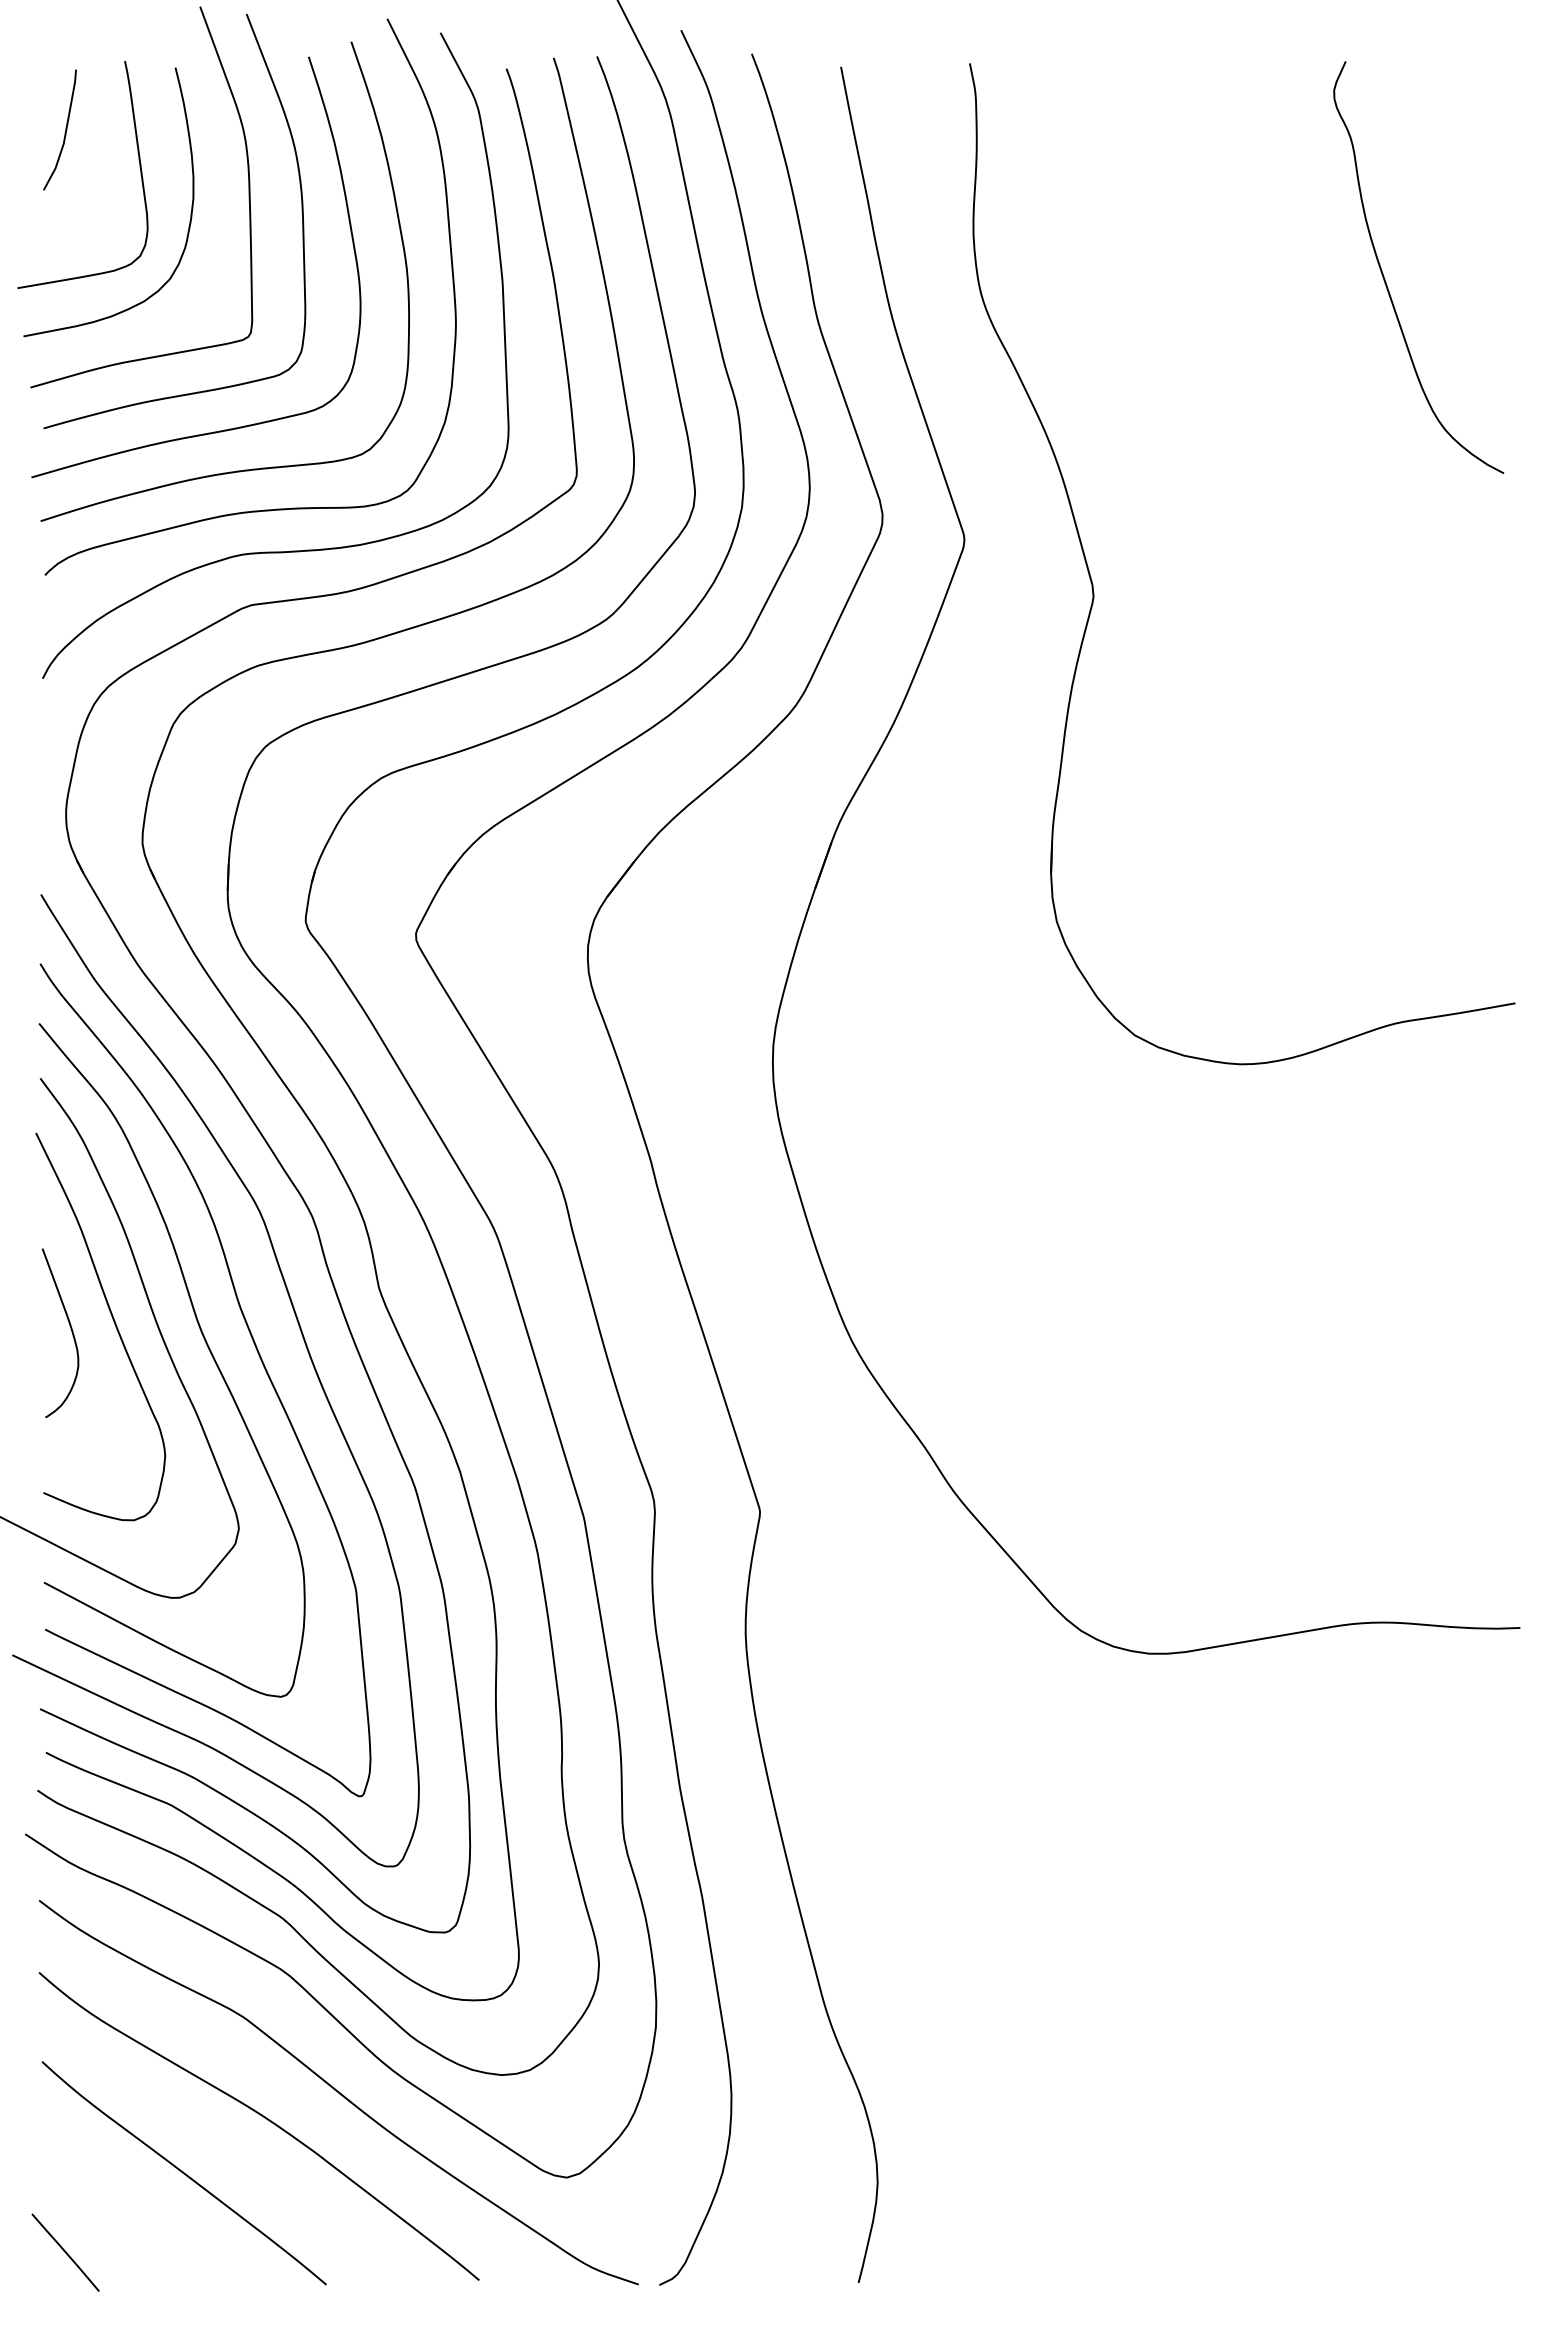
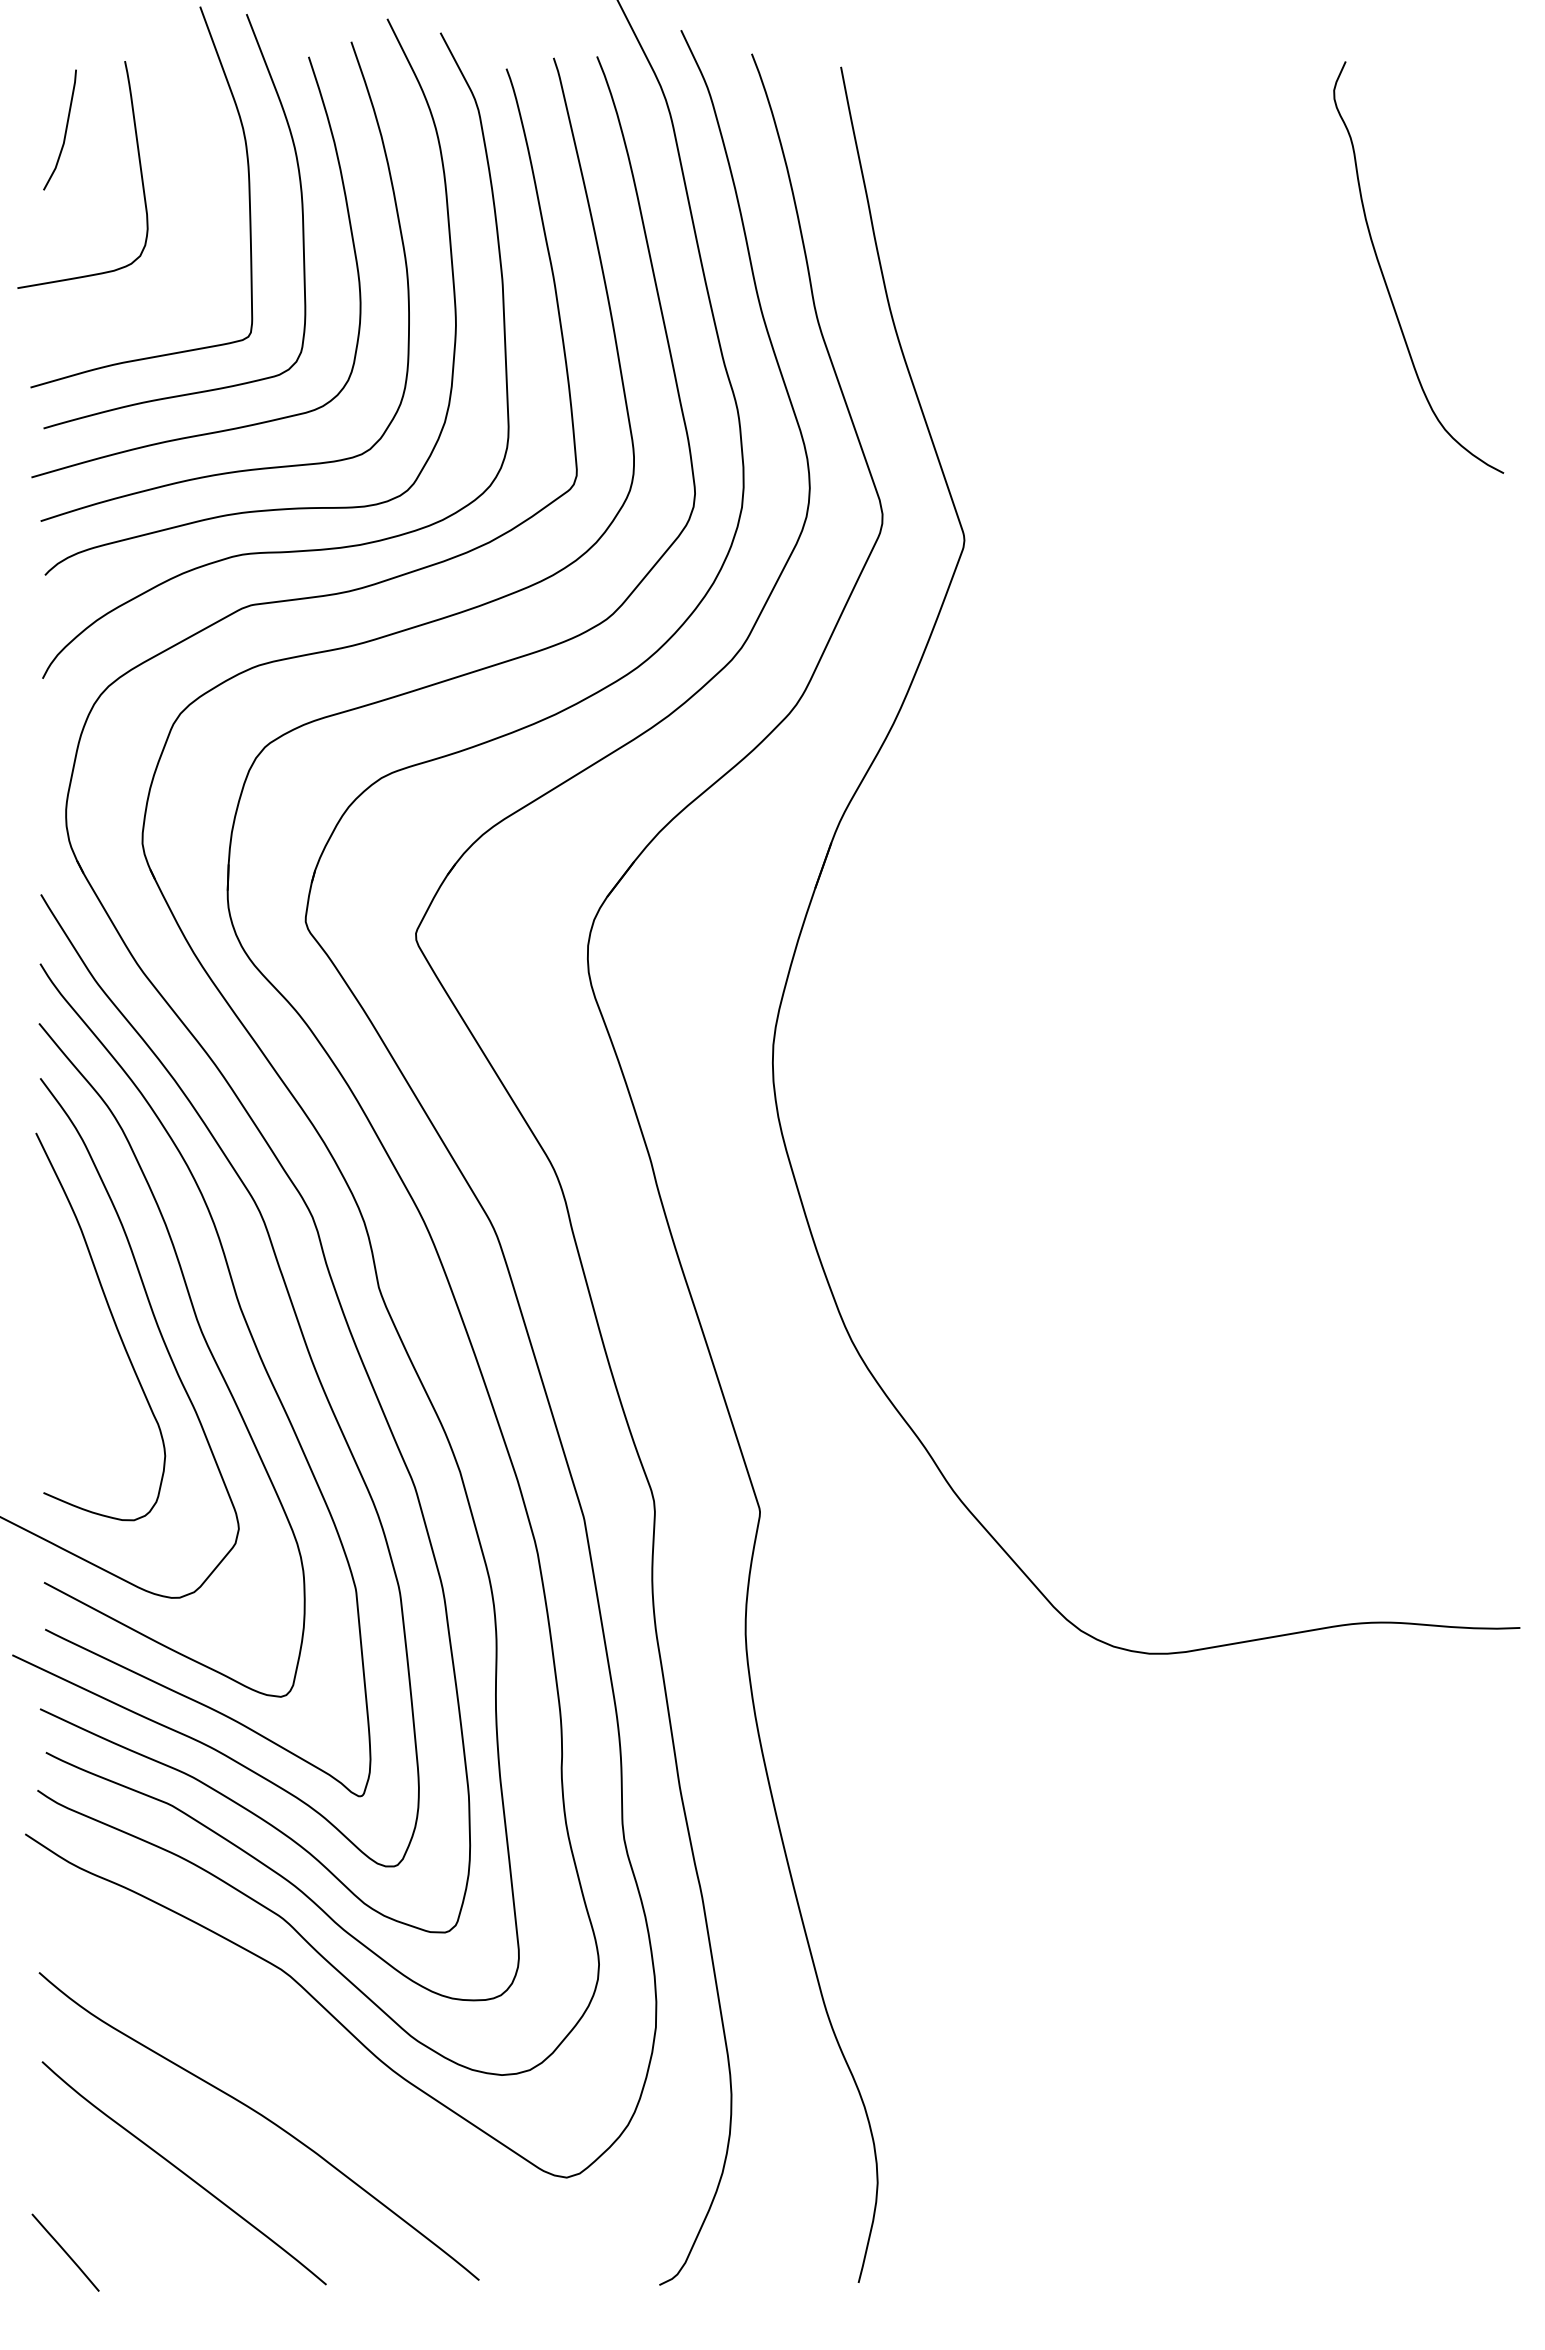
curve at (190, 212): present -> none
part at (1093, 584): present -> none
curve at (70, 1329): present -> none
curve at (338, 2092): present -> none
